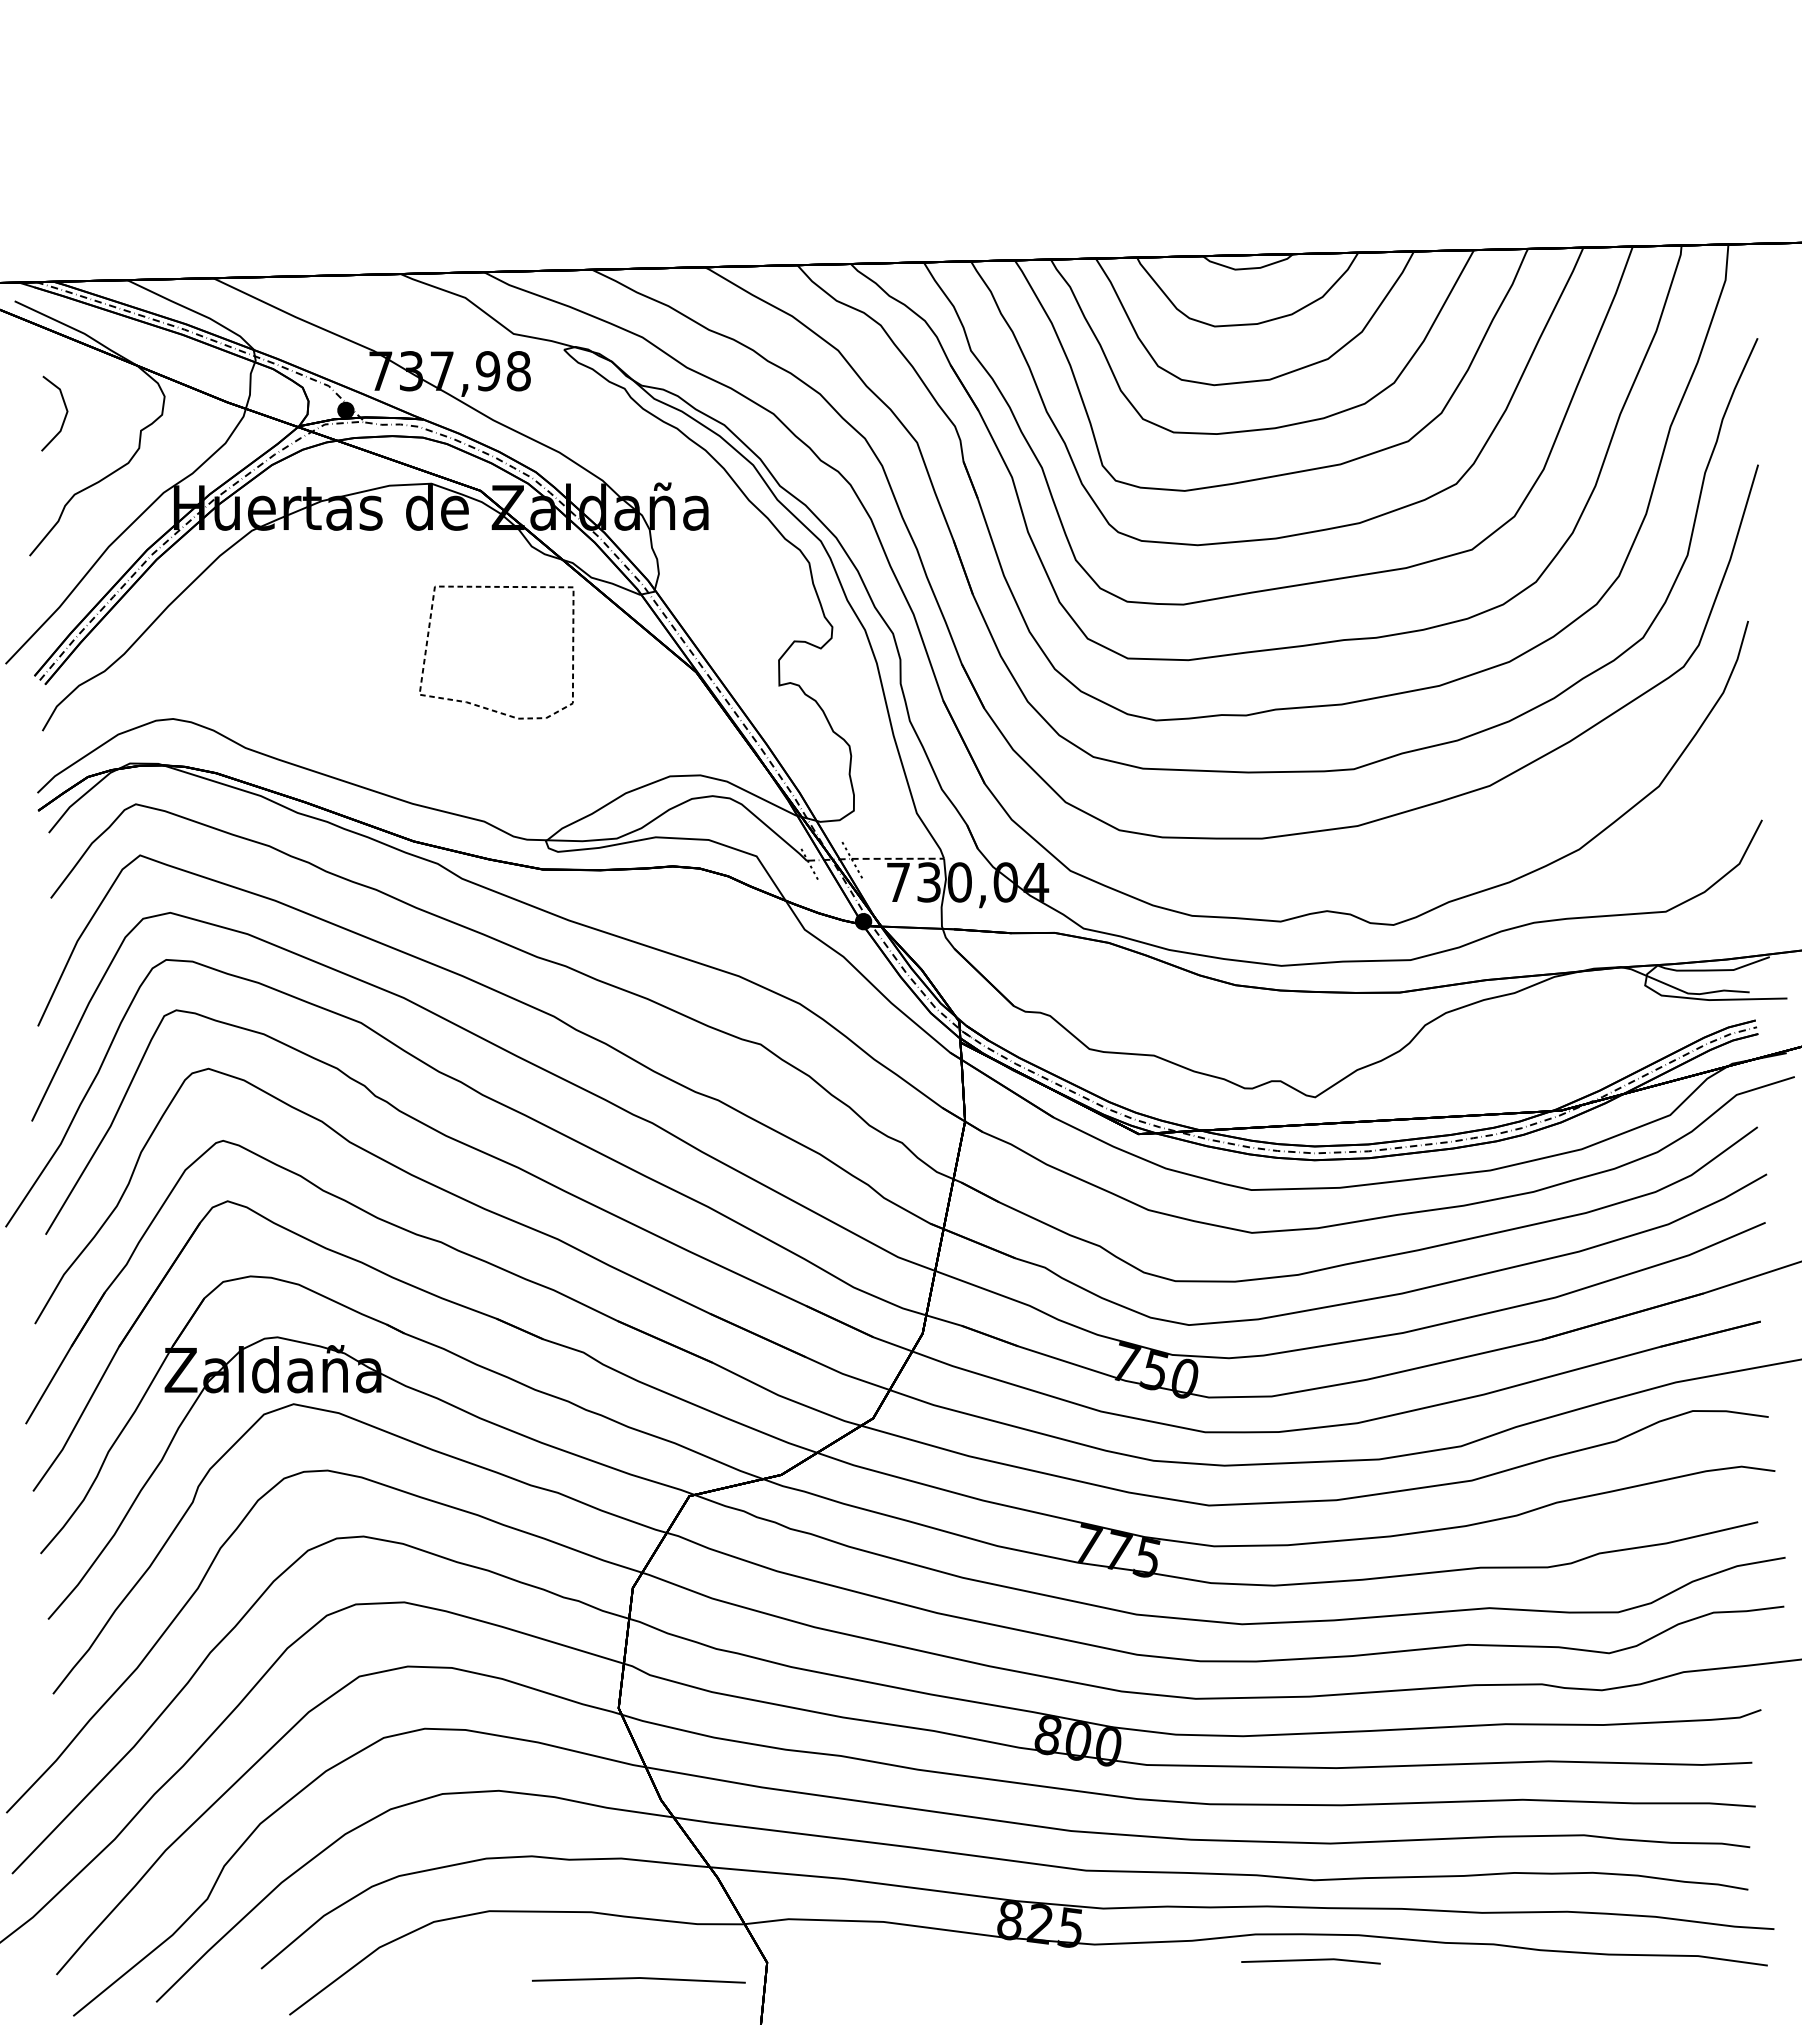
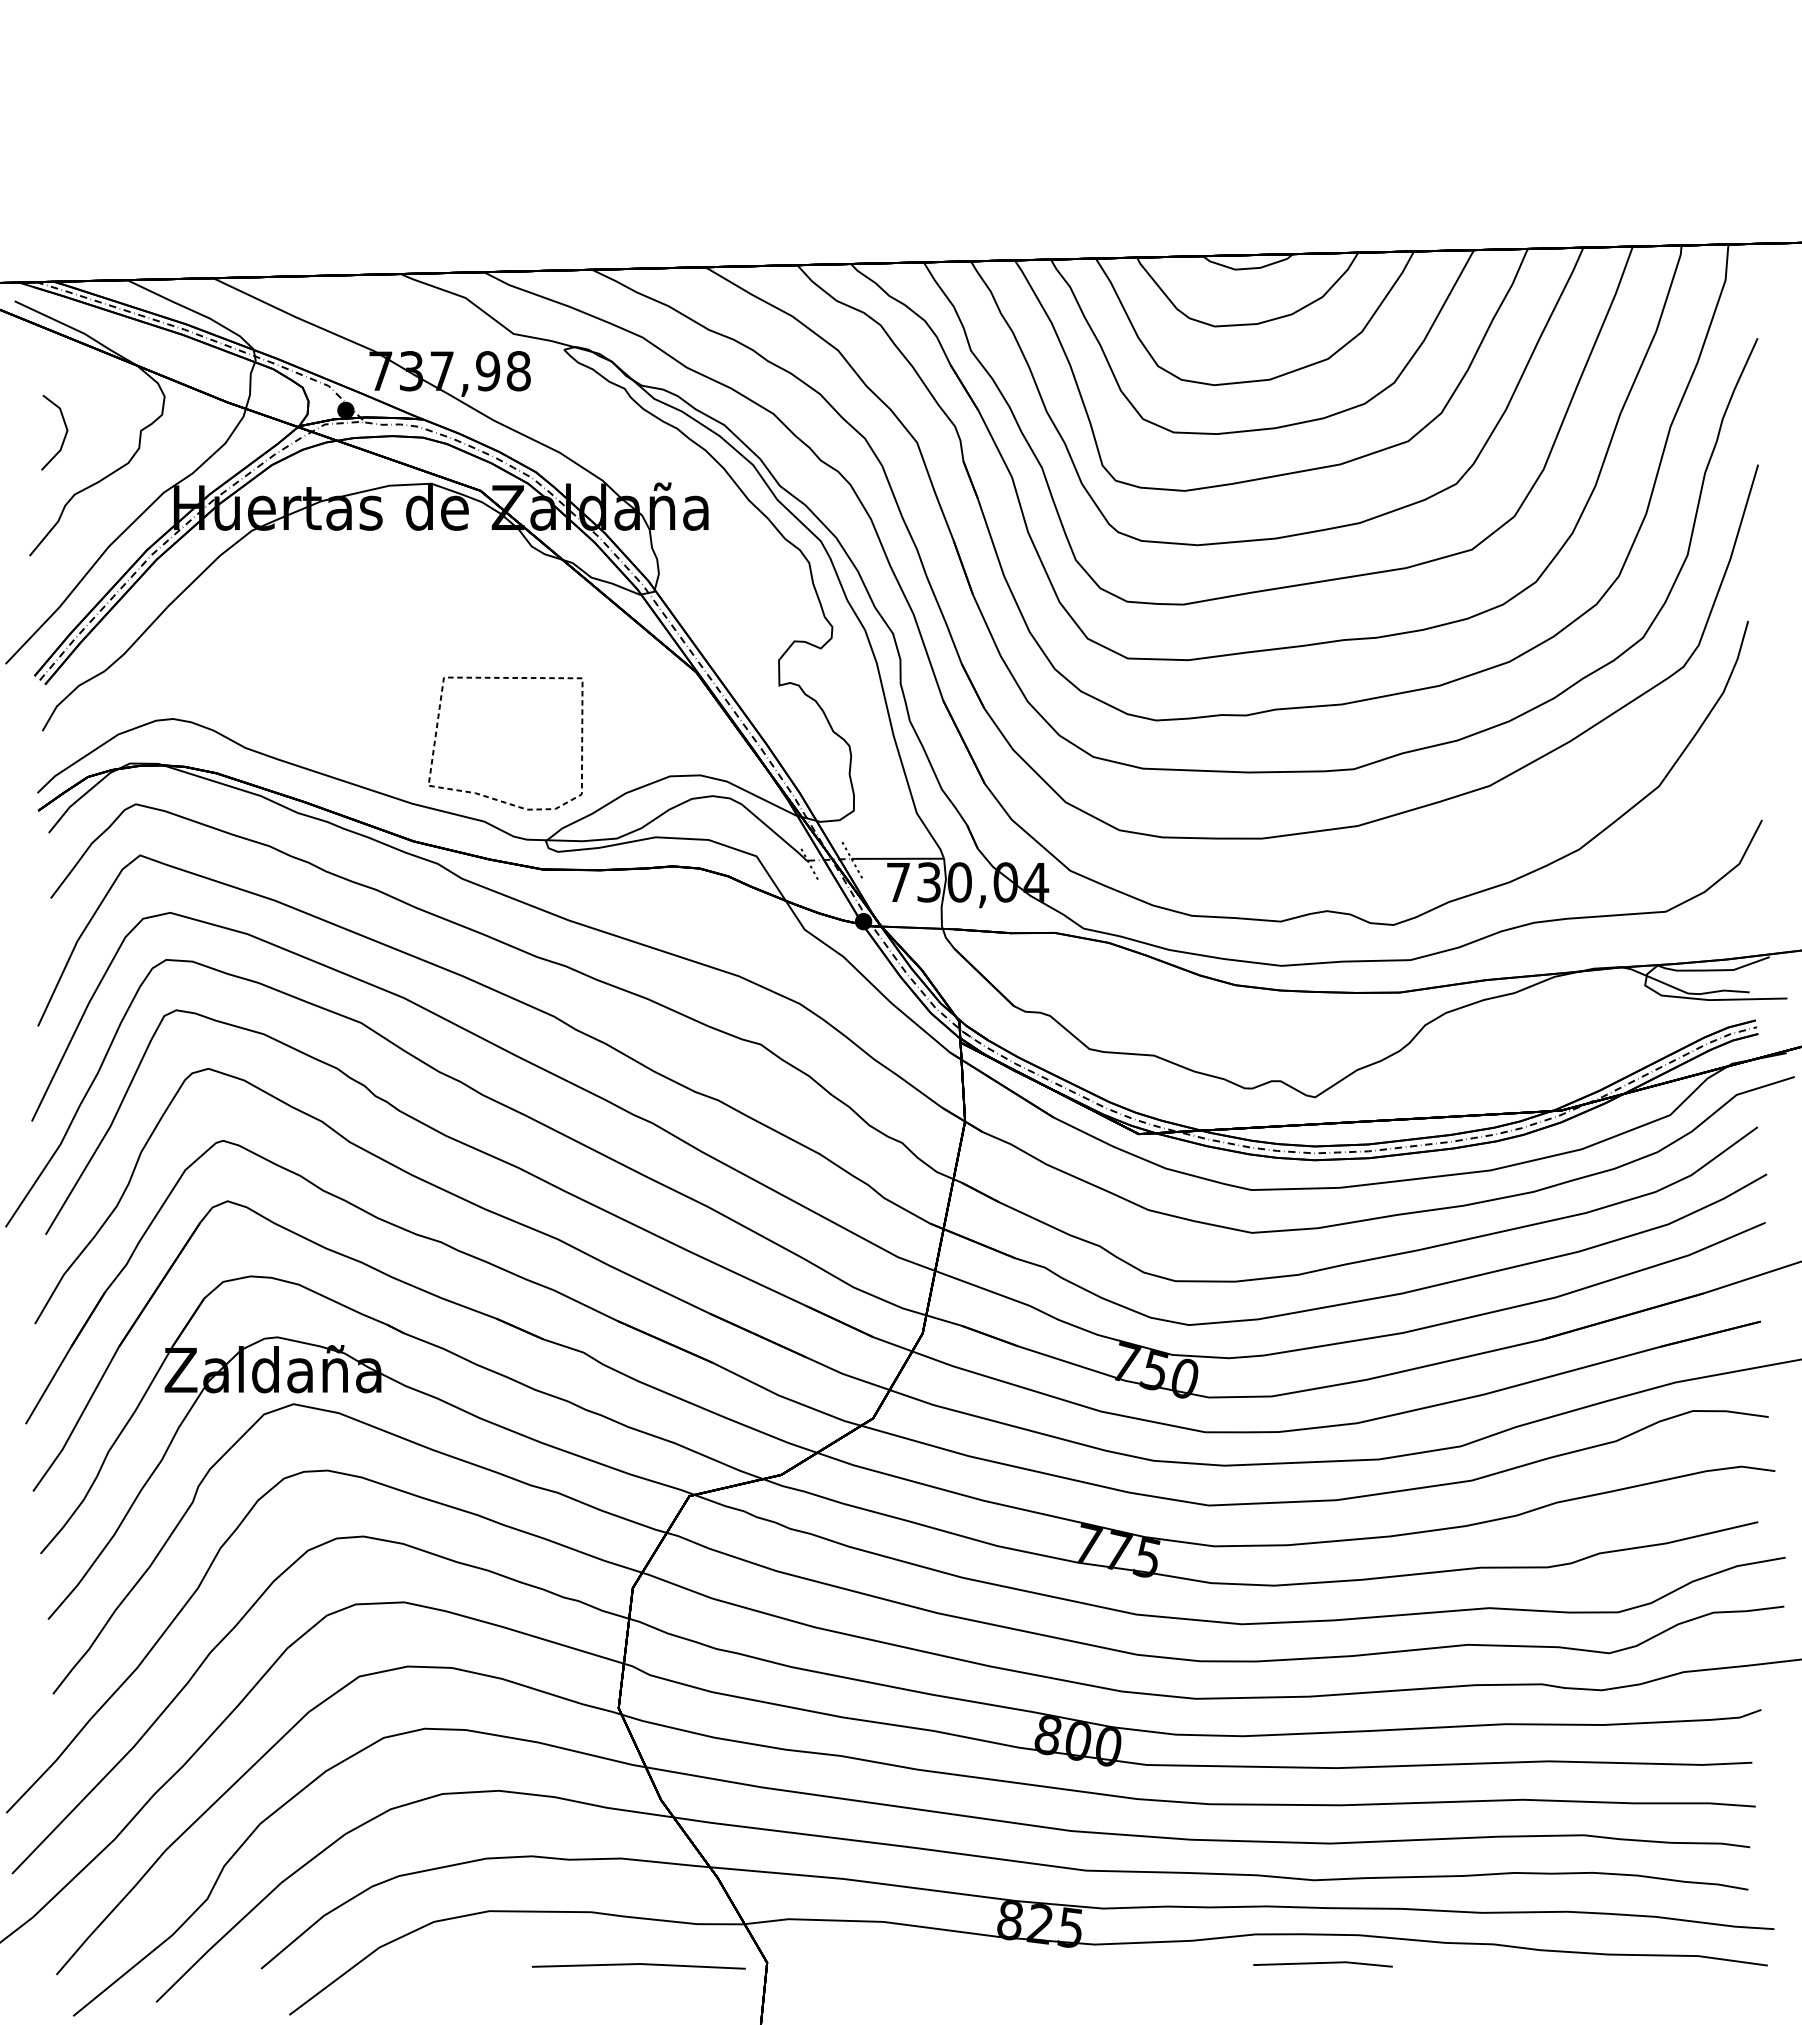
line at (64, 416) position: (64, 416) -> (64, 435)
part at (477, 704) position: (477, 704) -> (486, 795)
line at (898, 858): dashed -> solid
line at (1310, 1960) position: (1310, 1960) -> (1322, 1963)
line at (638, 1978) position: (638, 1978) -> (638, 1964)
